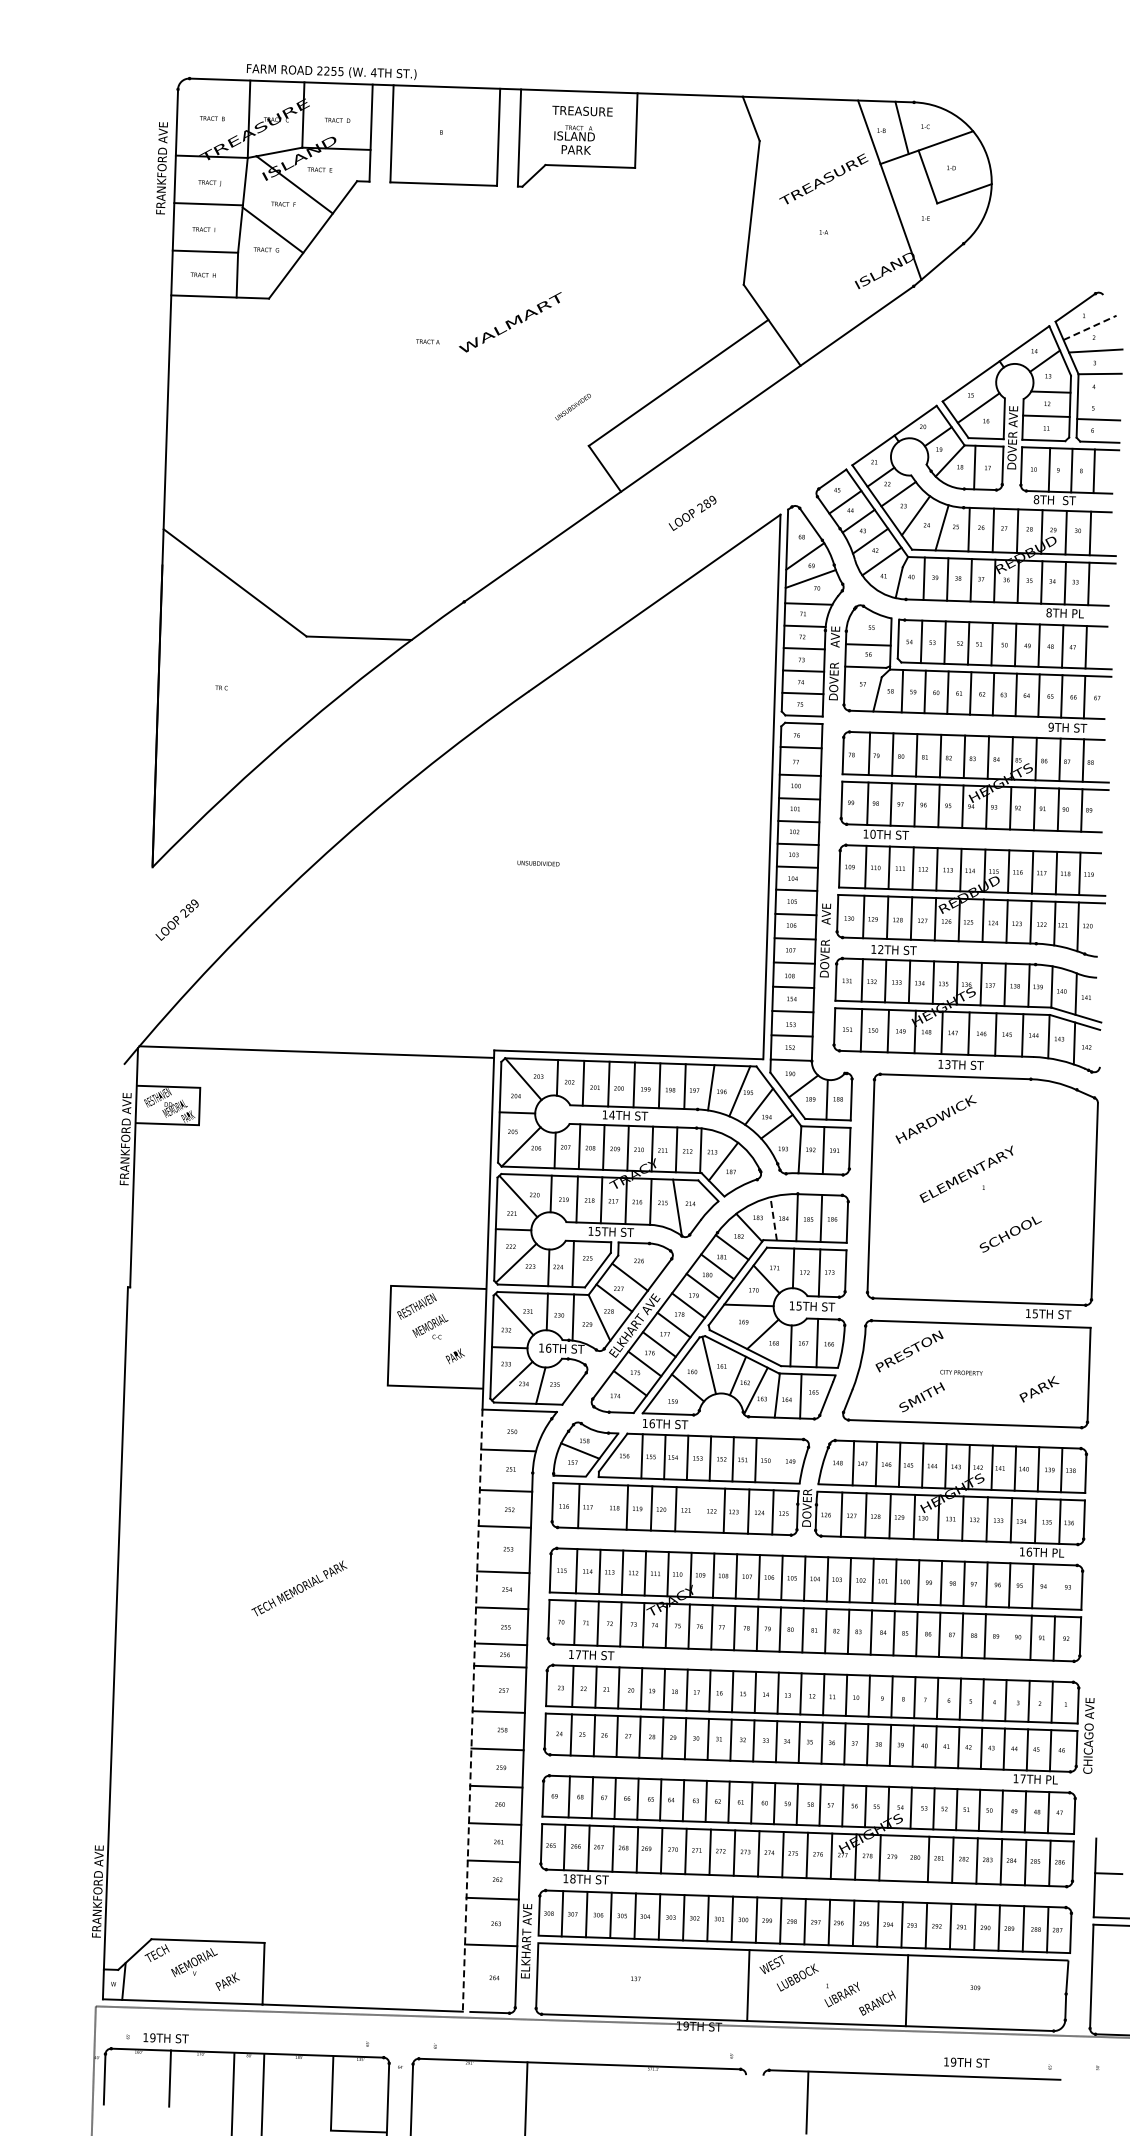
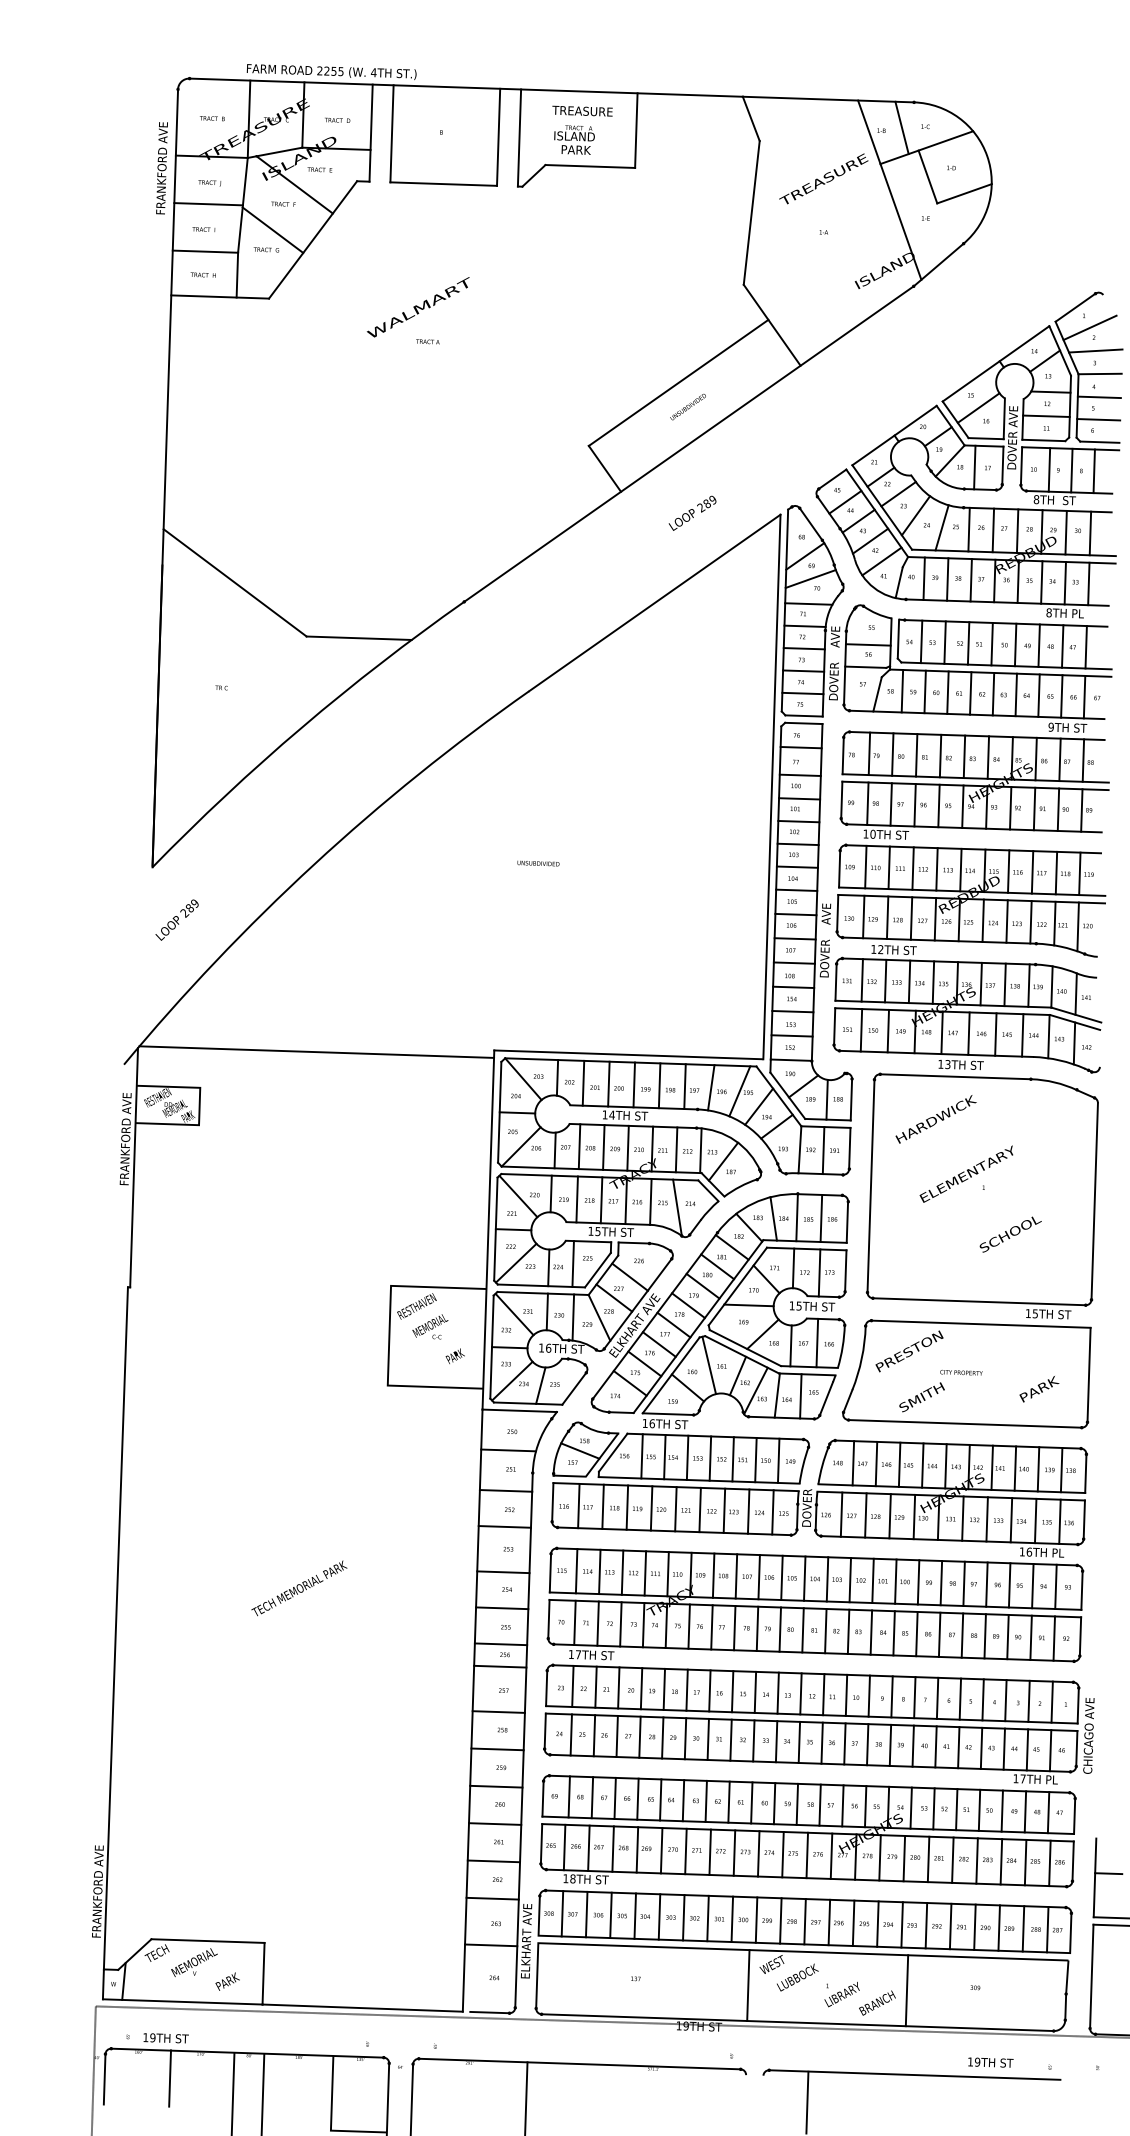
text at (509, 322) position: (509, 322) -> (417, 307)
line at (1090, 327): dashed -> solid
line at (1098, 397): none -> present
text at (572, 407) position: (572, 407) -> (687, 407)
line at (773, 1218): dashed -> solid
line at (778, 1460): none -> present
line at (602, 1506): none -> present
line at (699, 1509): none -> present
line at (1055, 1586): none -> present
line at (1007, 1636): none -> present
line at (472, 1711): dashed -> solid
line at (904, 1858): none -> present
text at (966, 2062) position: (966, 2062) -> (990, 2062)
